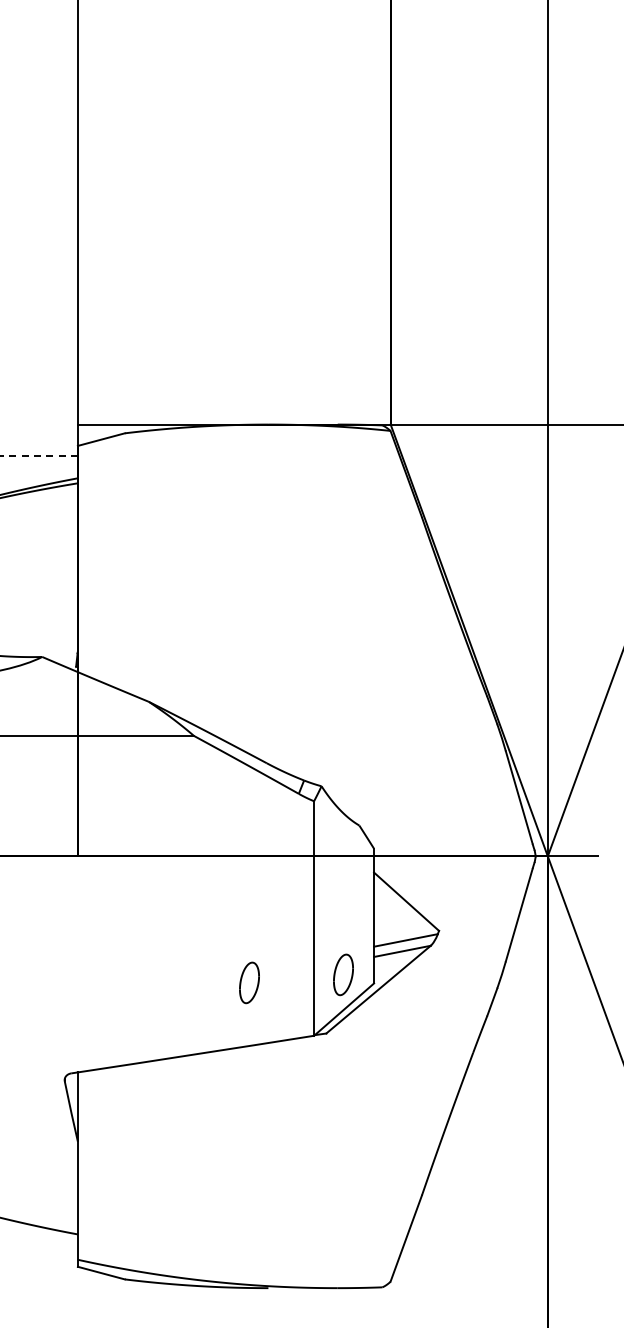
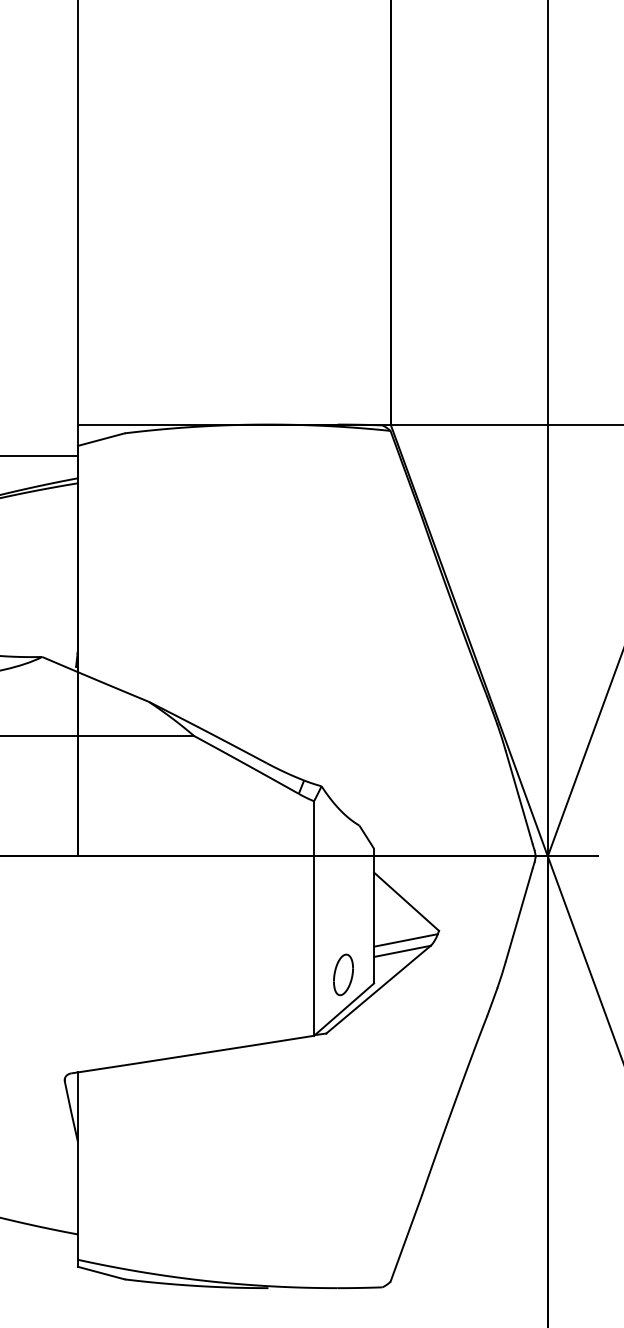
line at (39, 455): dashed -> solid
part at (249, 982): present -> none
